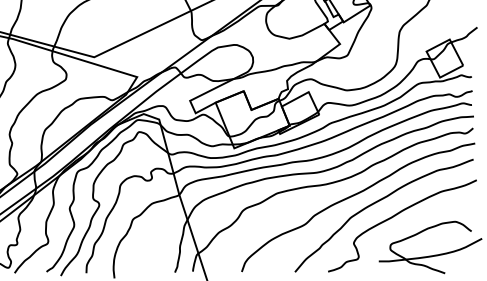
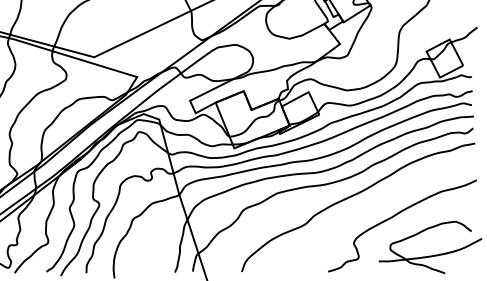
curve at (376, 203): present -> none
